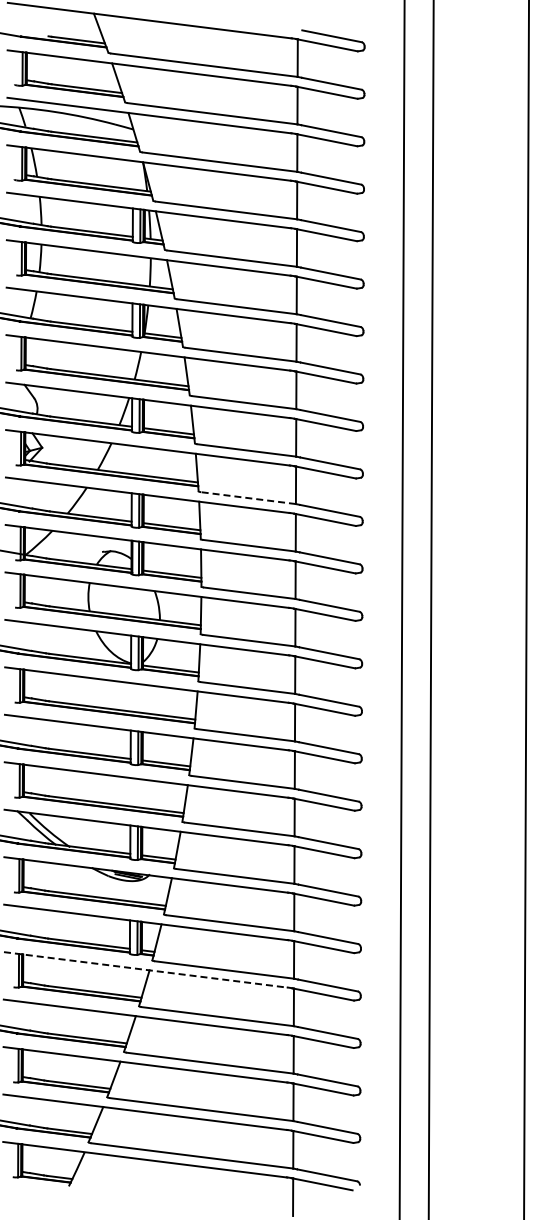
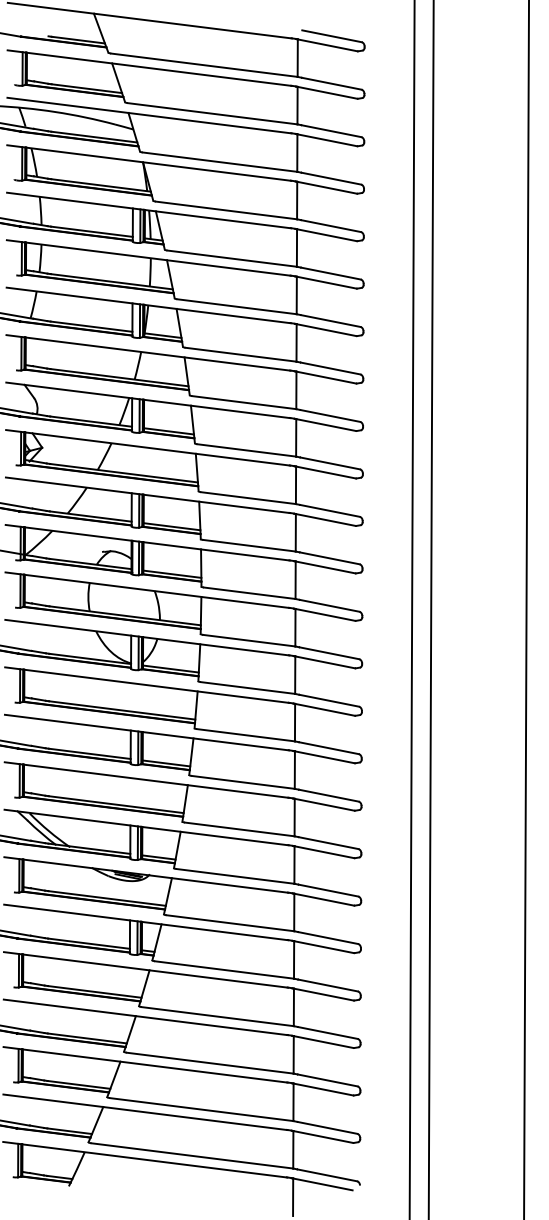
line at (248, 498): dashed -> solid
line at (401, 609) position: (401, 609) -> (411, 609)
line at (146, 969): dashed -> solid
